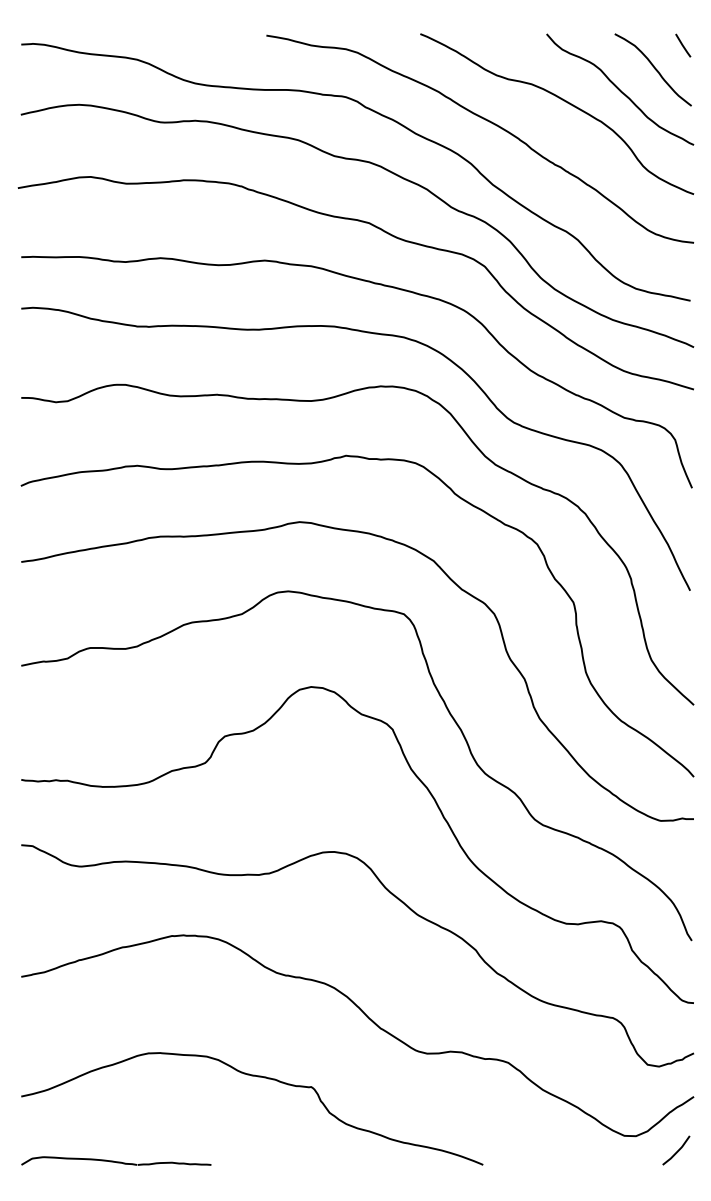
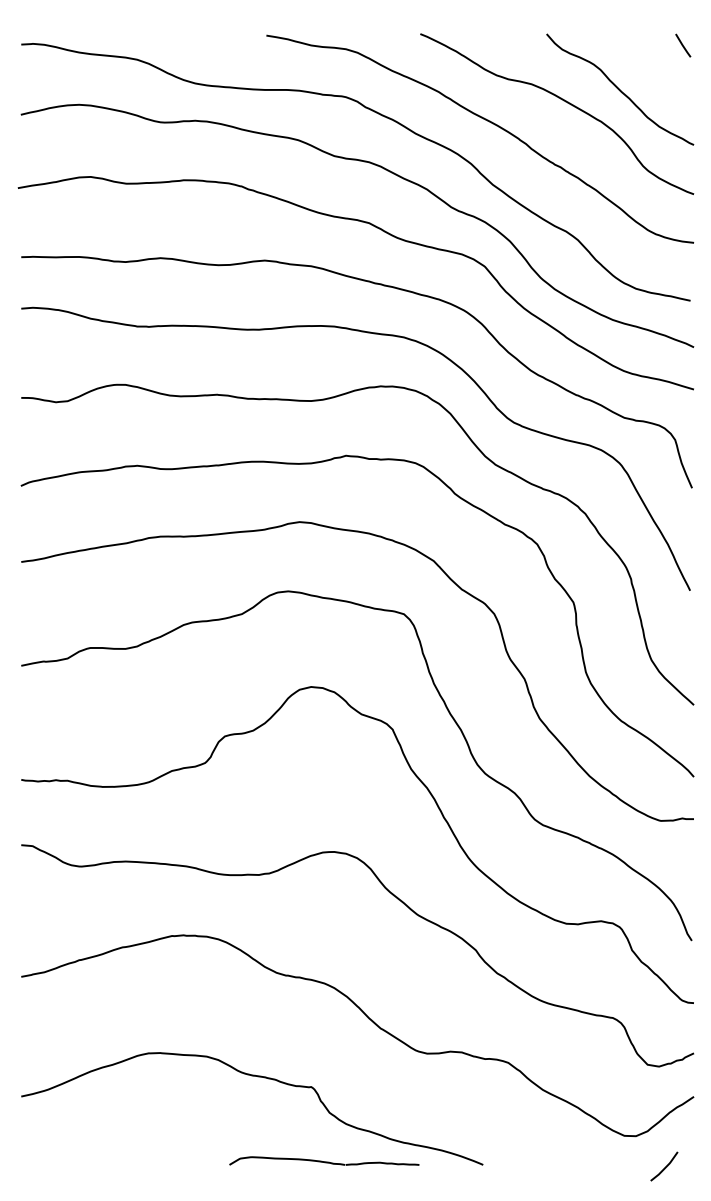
curve at (654, 69): present -> none
line at (677, 1150) position: (677, 1150) -> (665, 1166)
part at (116, 1160) position: (116, 1160) -> (324, 1160)
